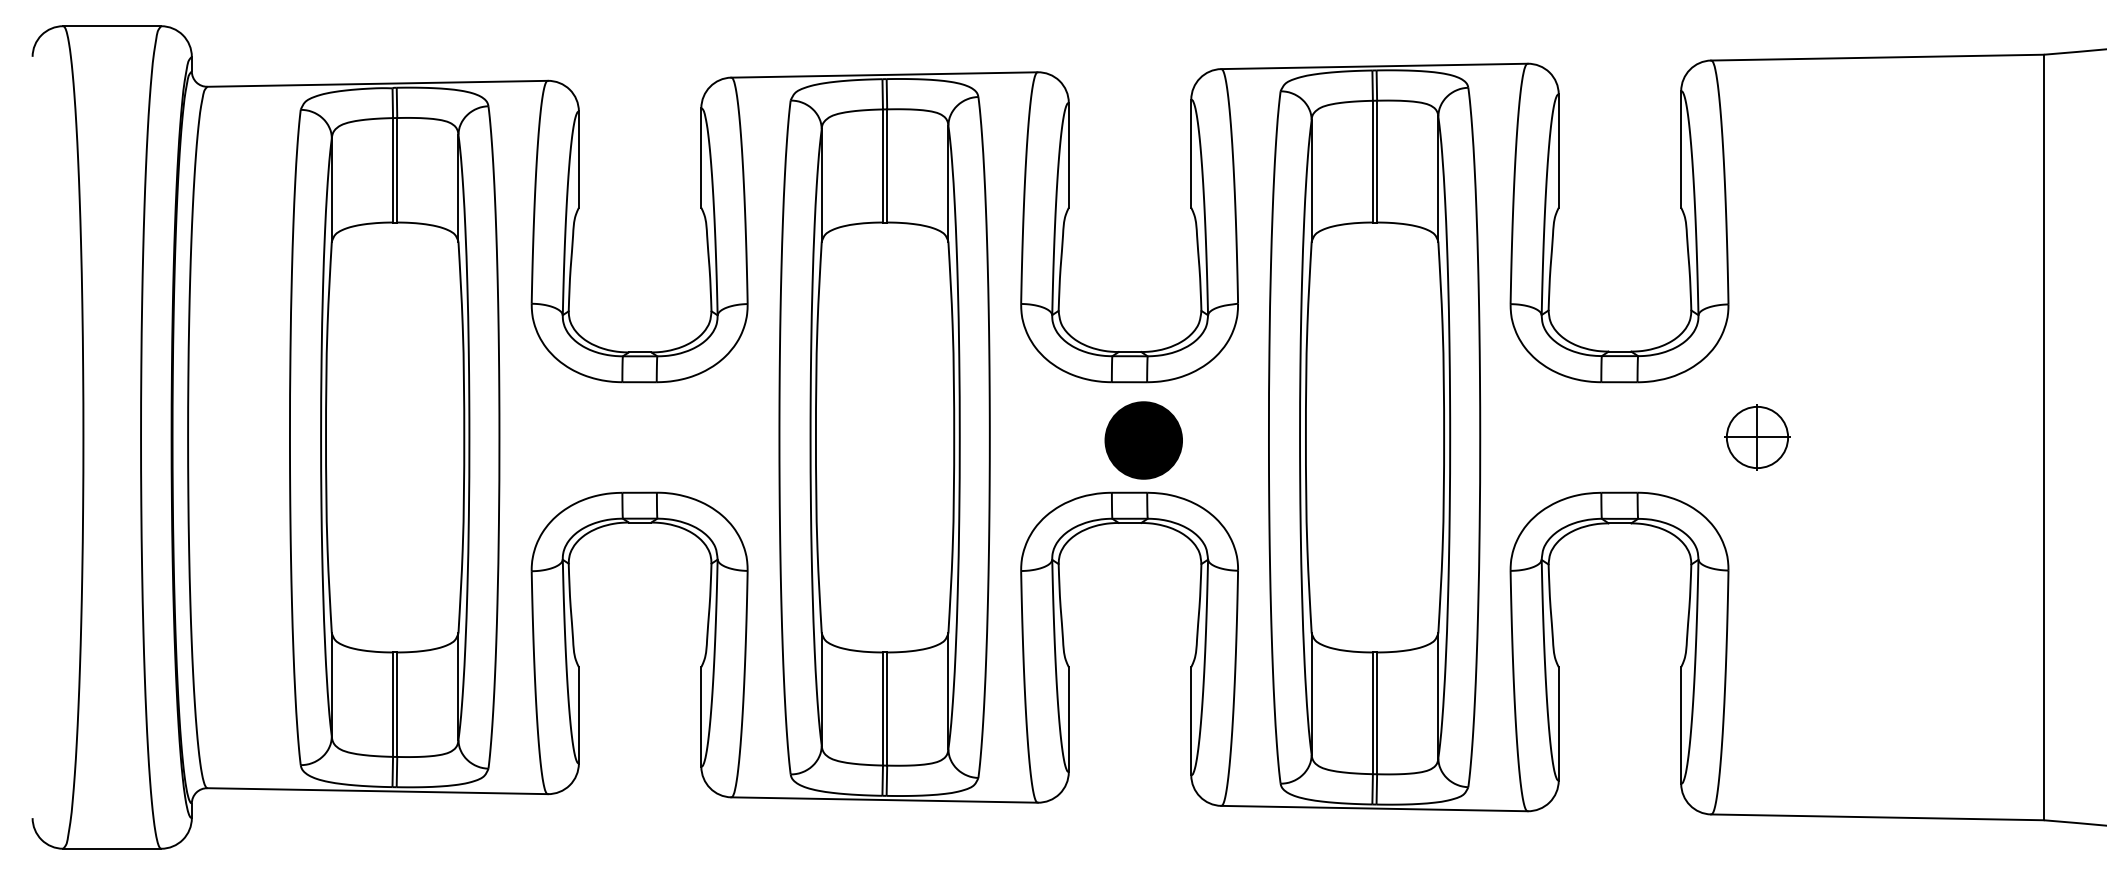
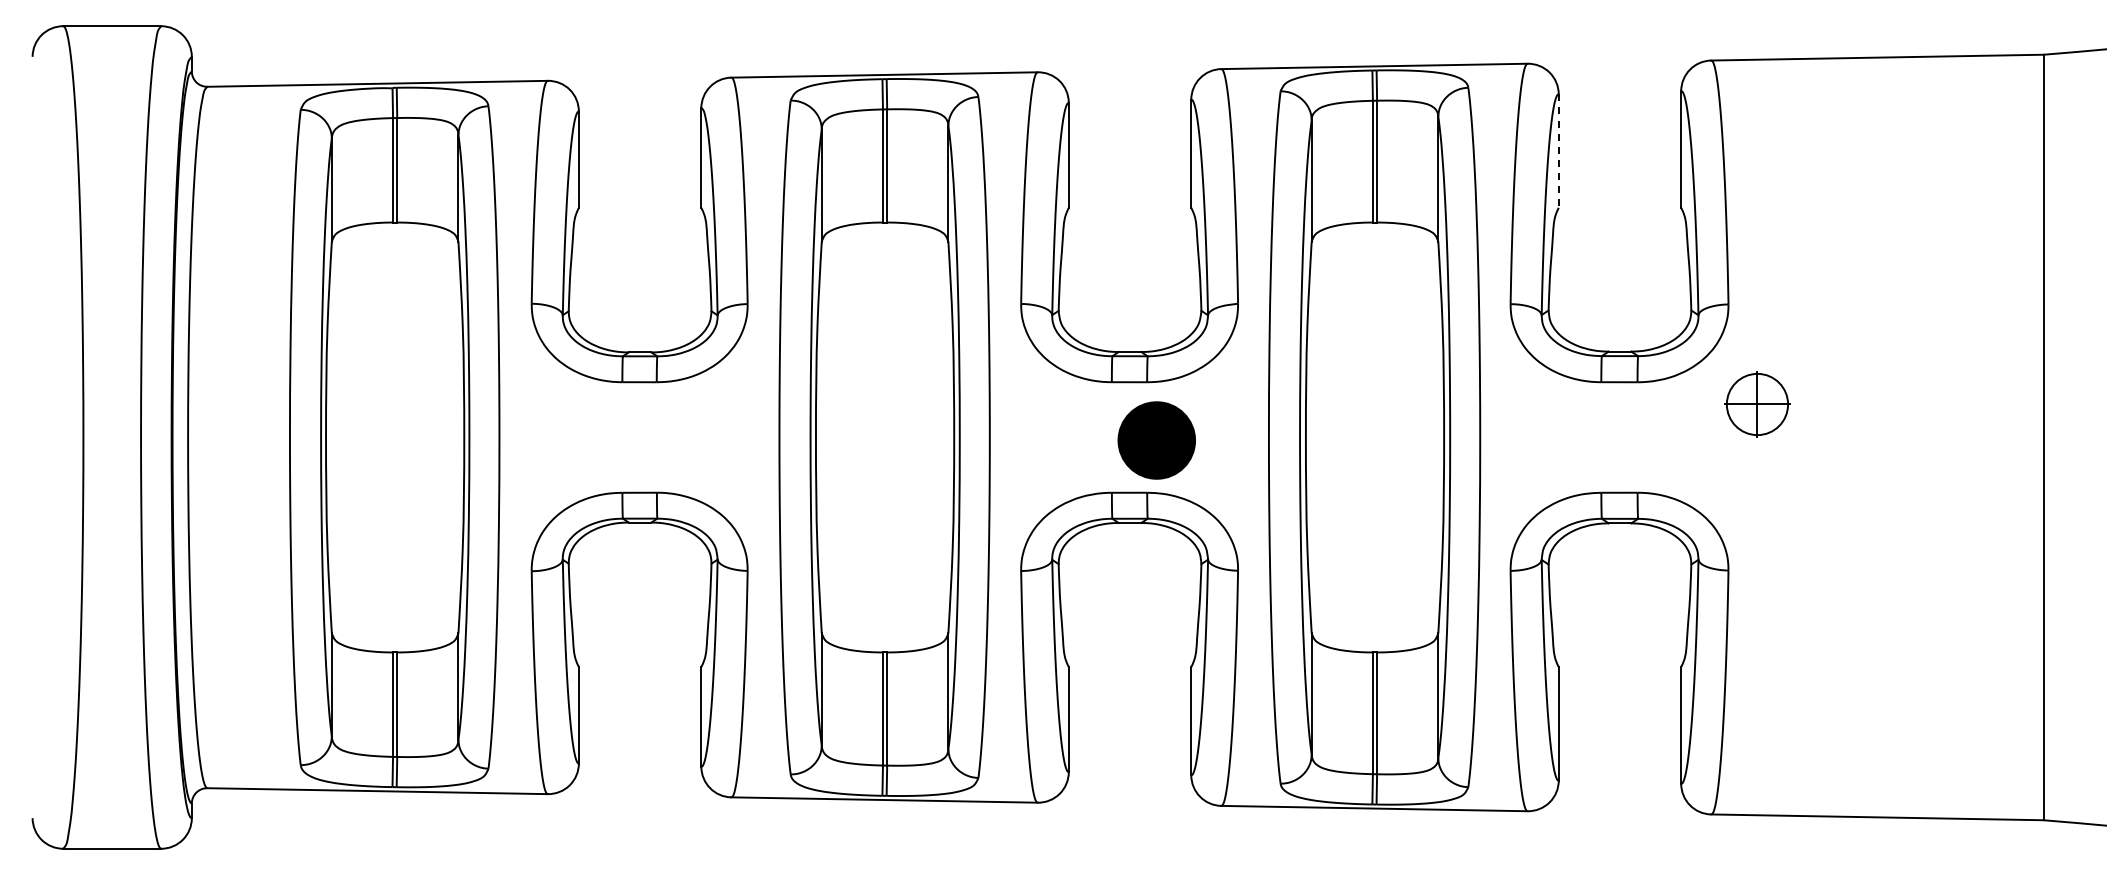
line at (1558, 151): solid -> dashed
part at (1757, 437) position: (1757, 437) -> (1757, 404)
part at (1143, 440) position: (1143, 440) -> (1156, 440)
